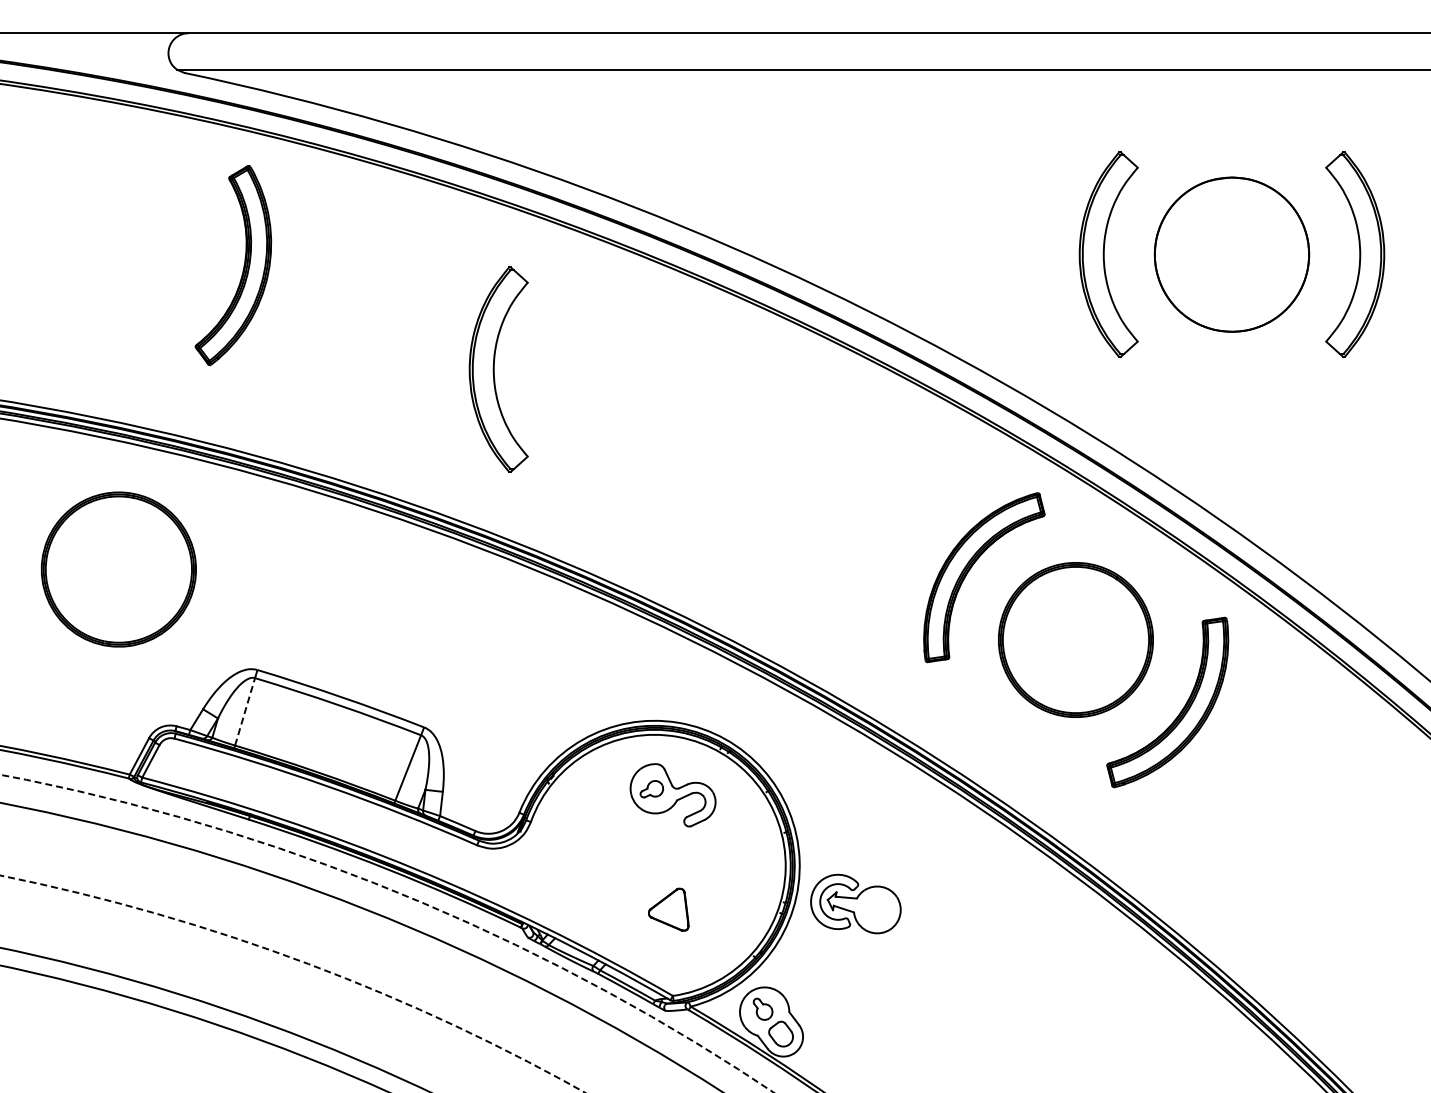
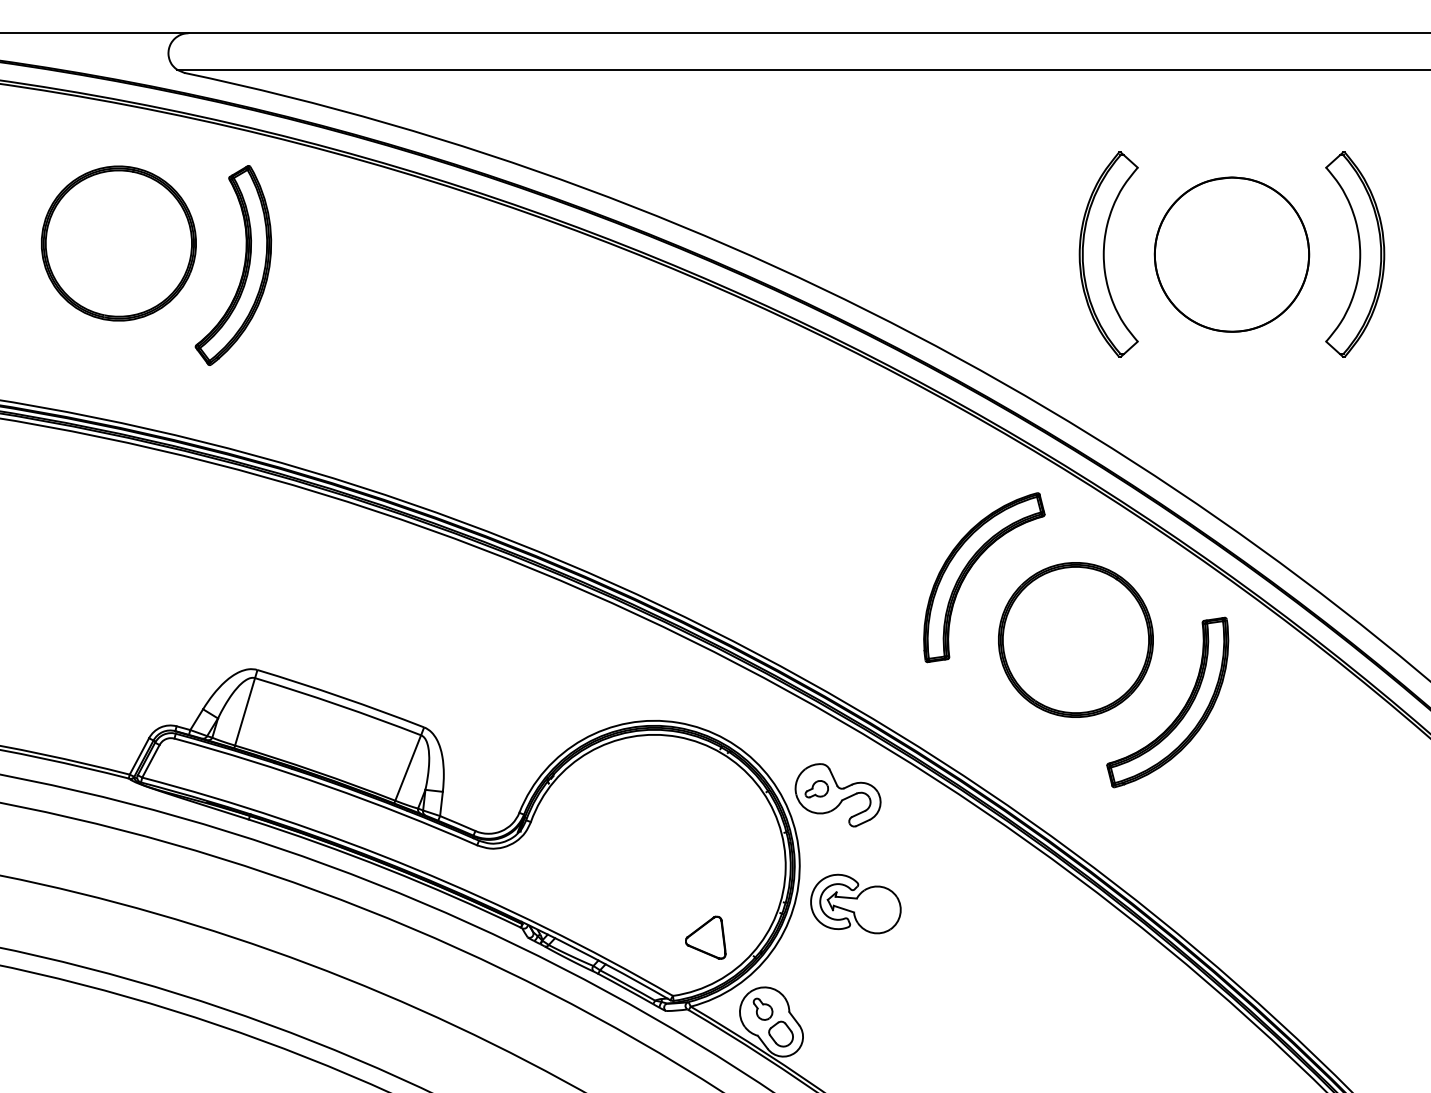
part at (498, 369): present -> none
part at (118, 569) position: (118, 569) -> (118, 243)
line at (245, 711): dashed -> solid
part at (672, 795) position: (672, 795) -> (837, 795)
part at (668, 909) position: (668, 909) -> (705, 937)
circle at (386, 933): dashed -> solid
arc at (300, 960): dashed -> solid
